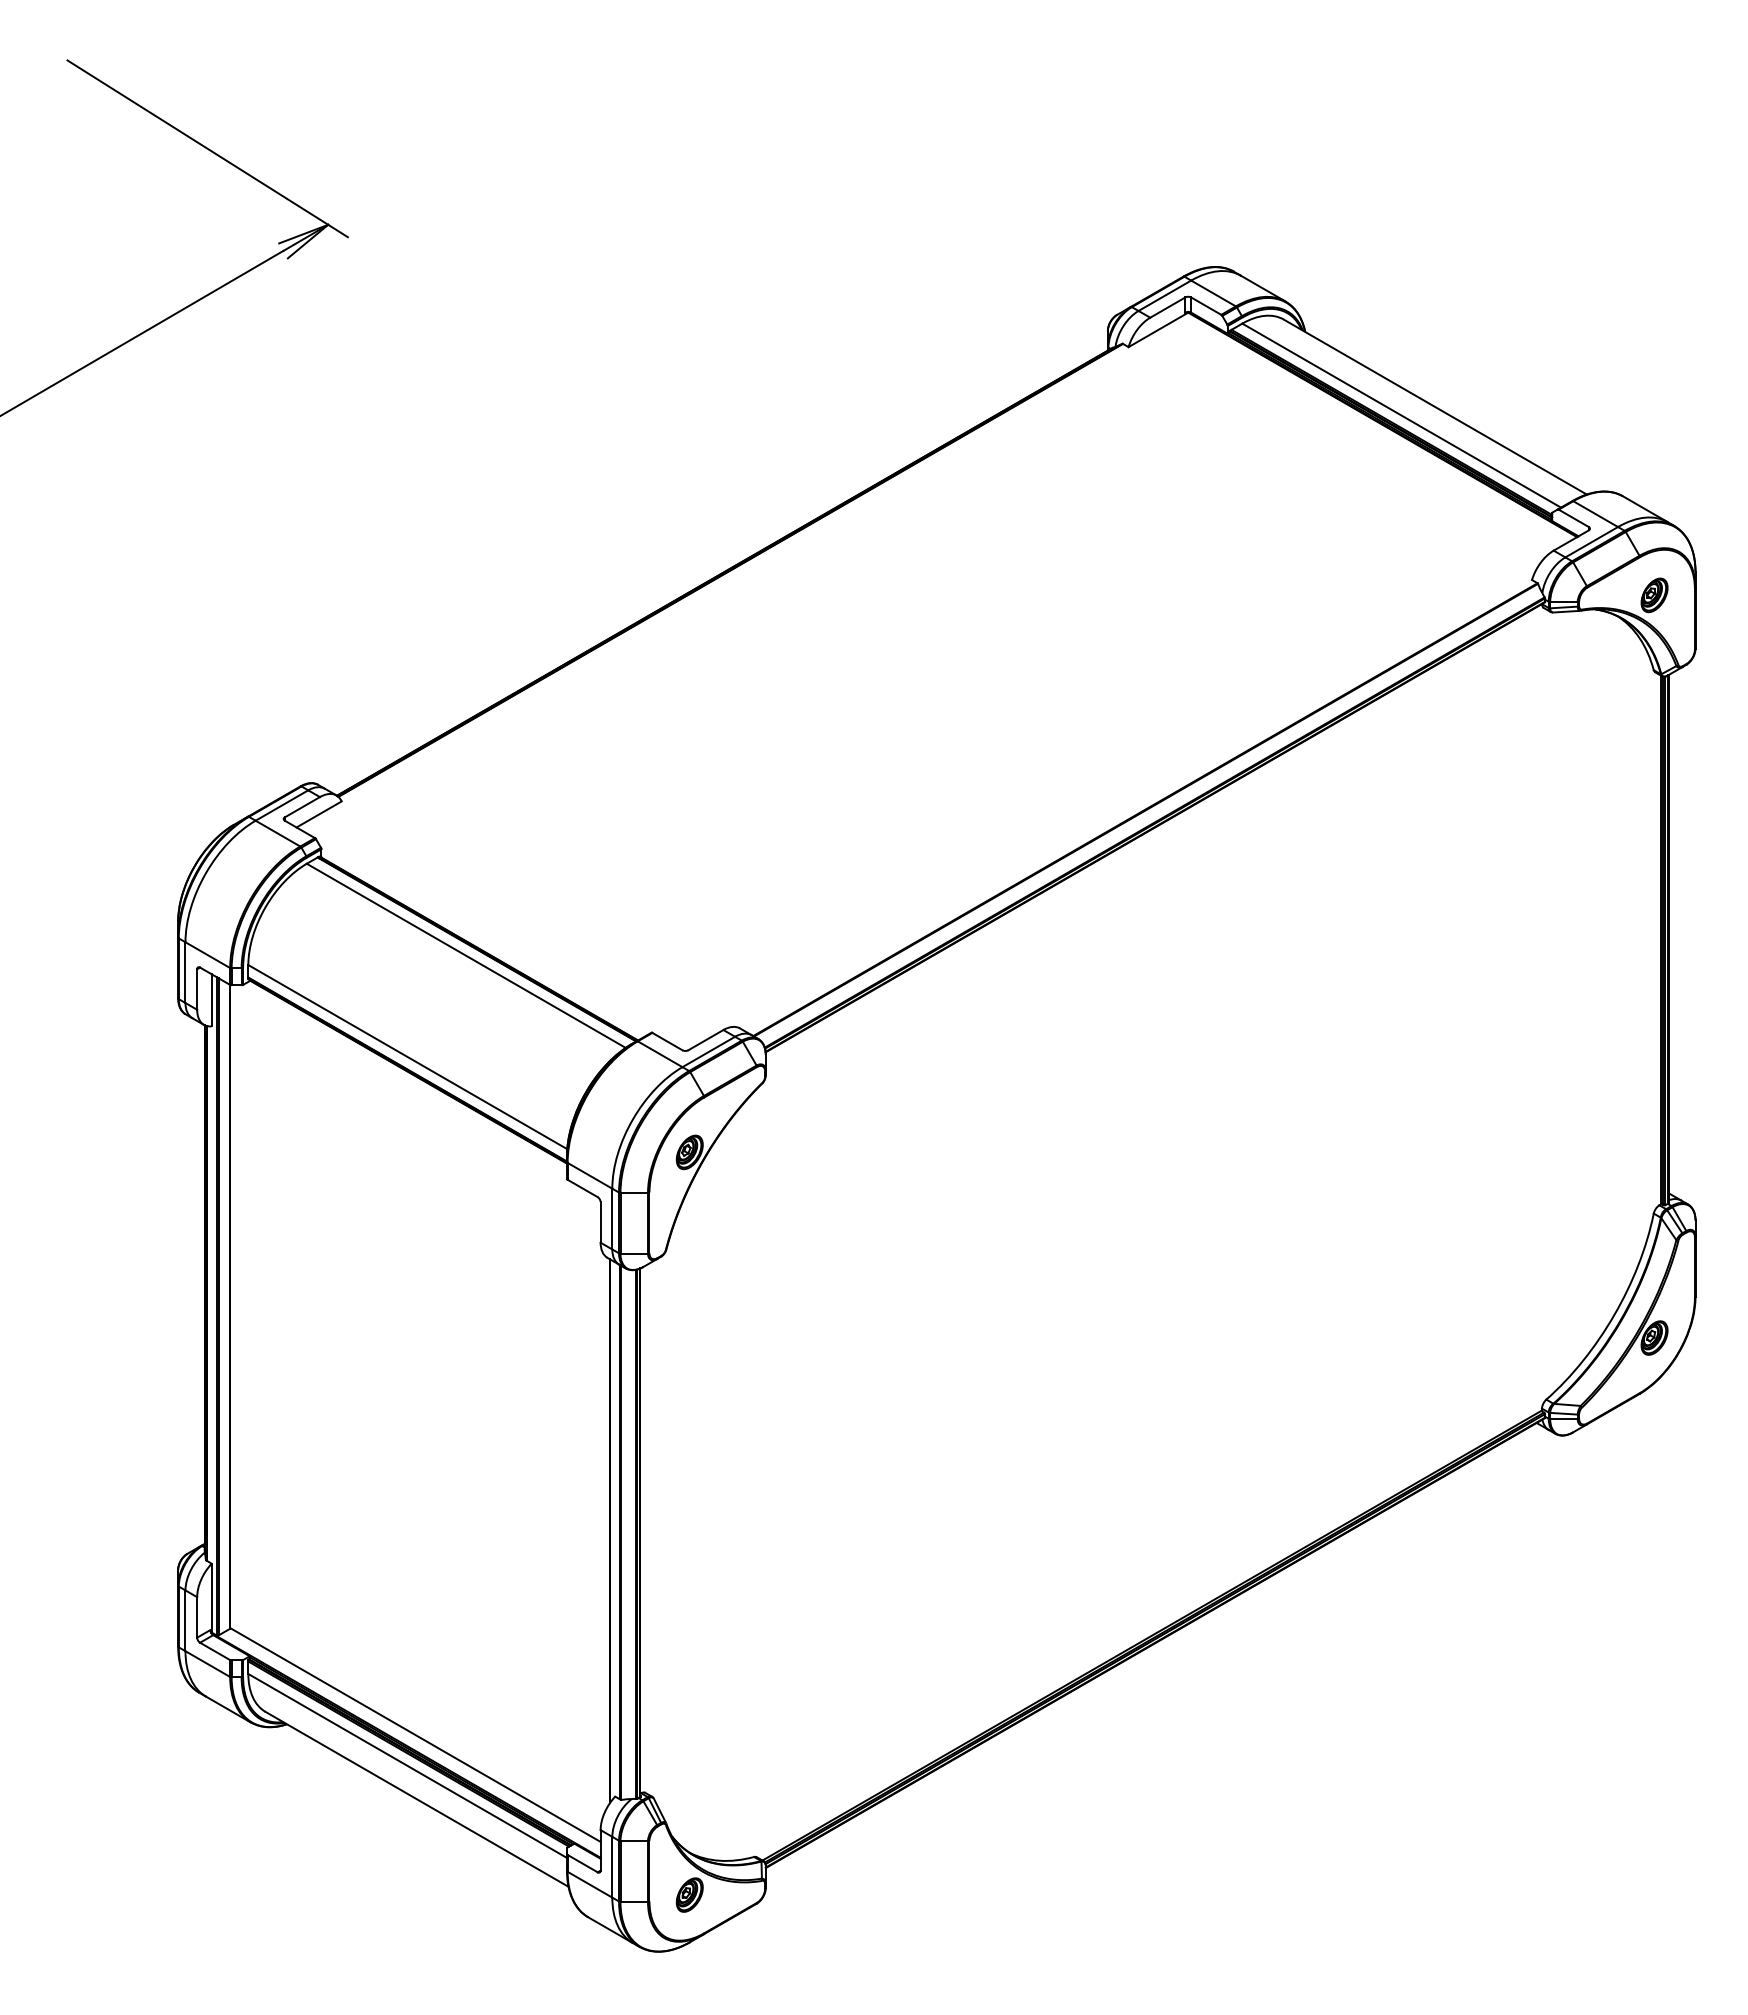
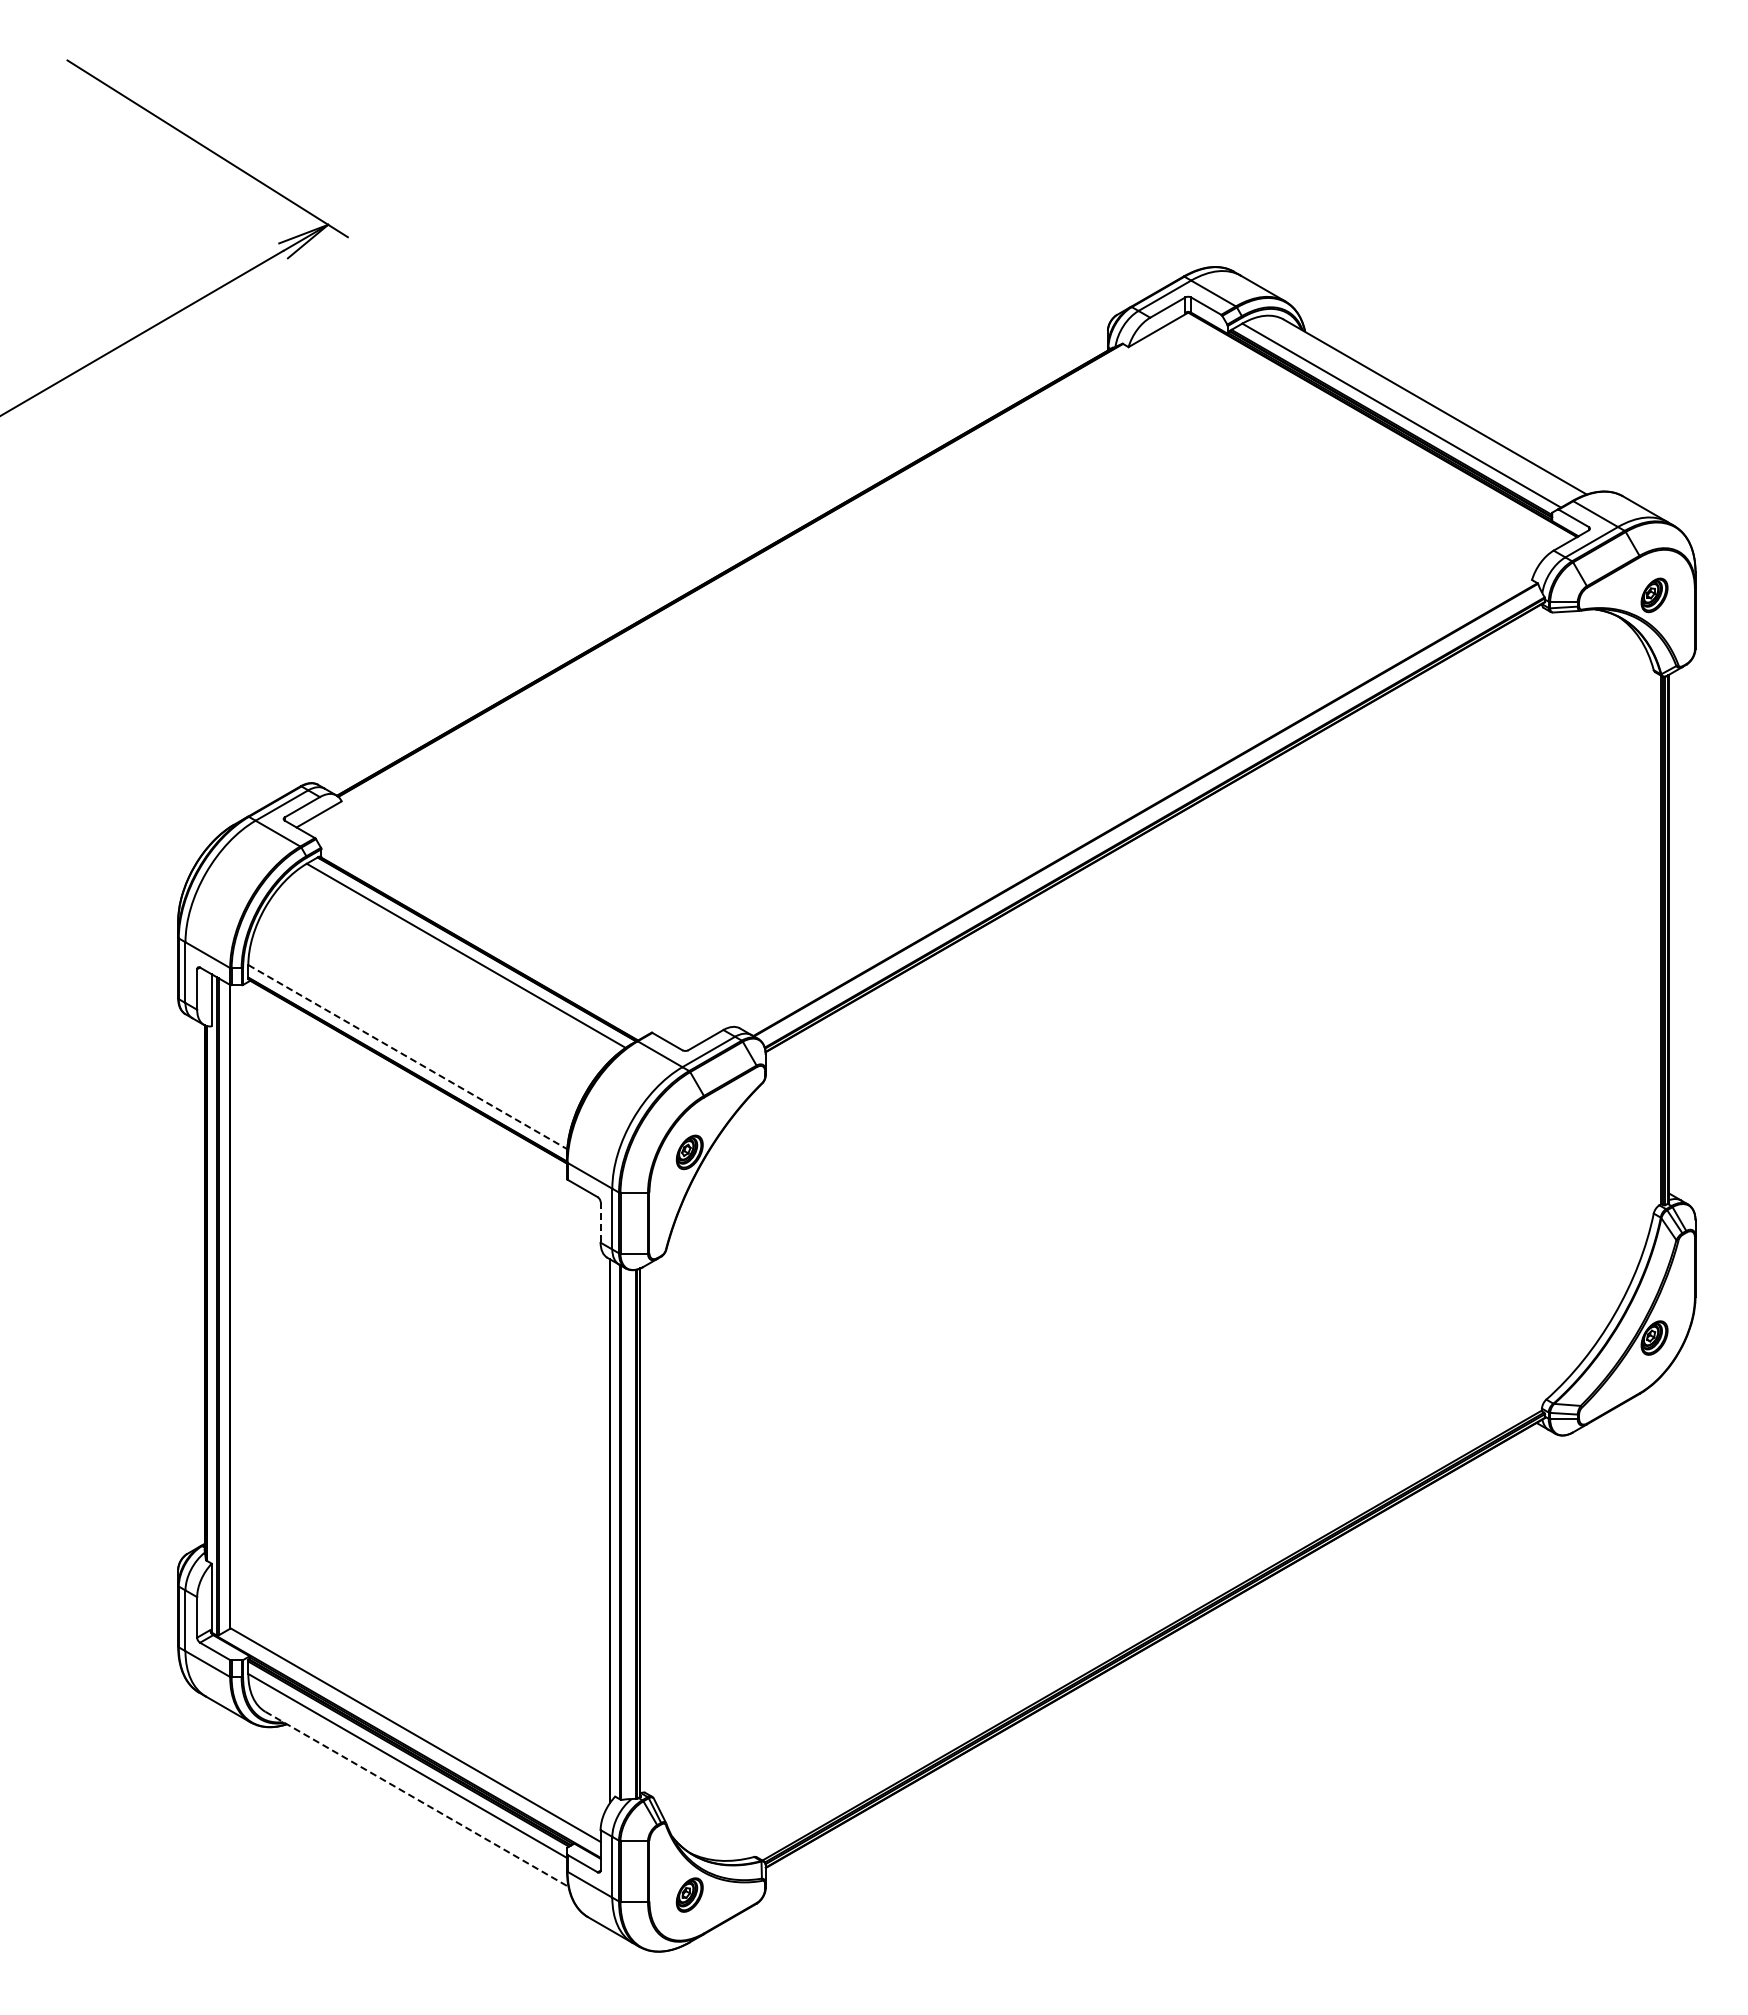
line at (408, 1057): solid -> dashed
line at (600, 1222): solid -> dashed
line at (416, 1799): solid -> dashed
